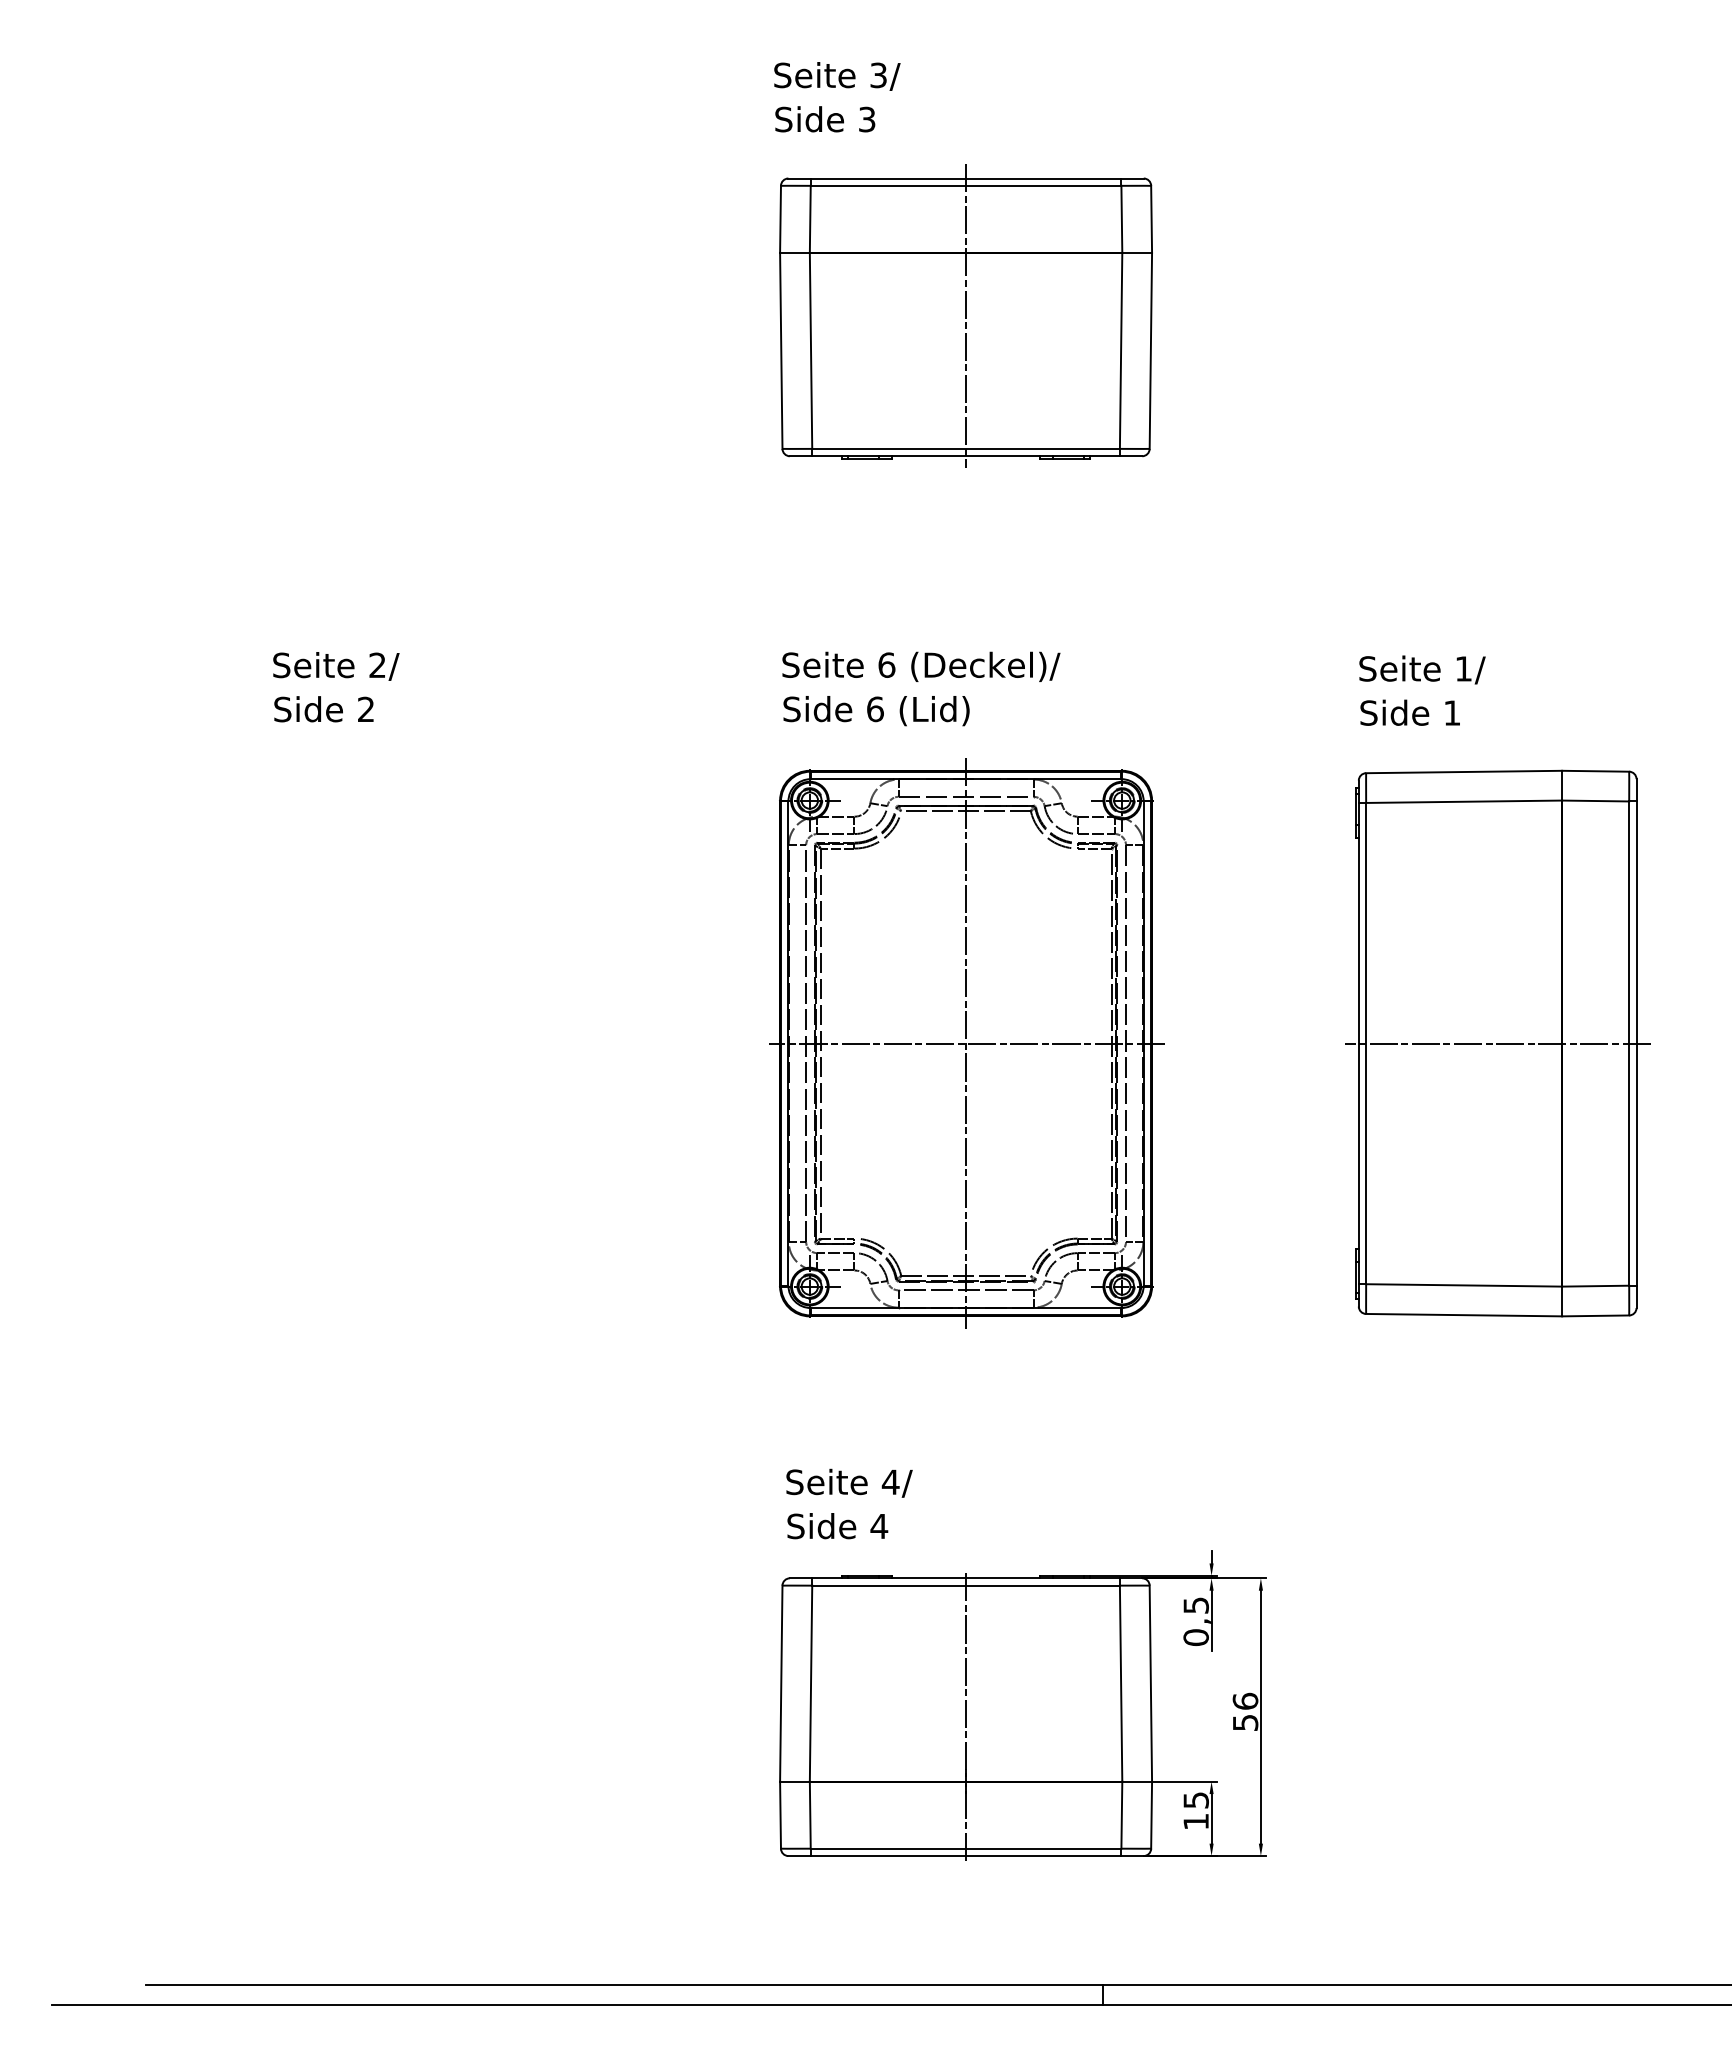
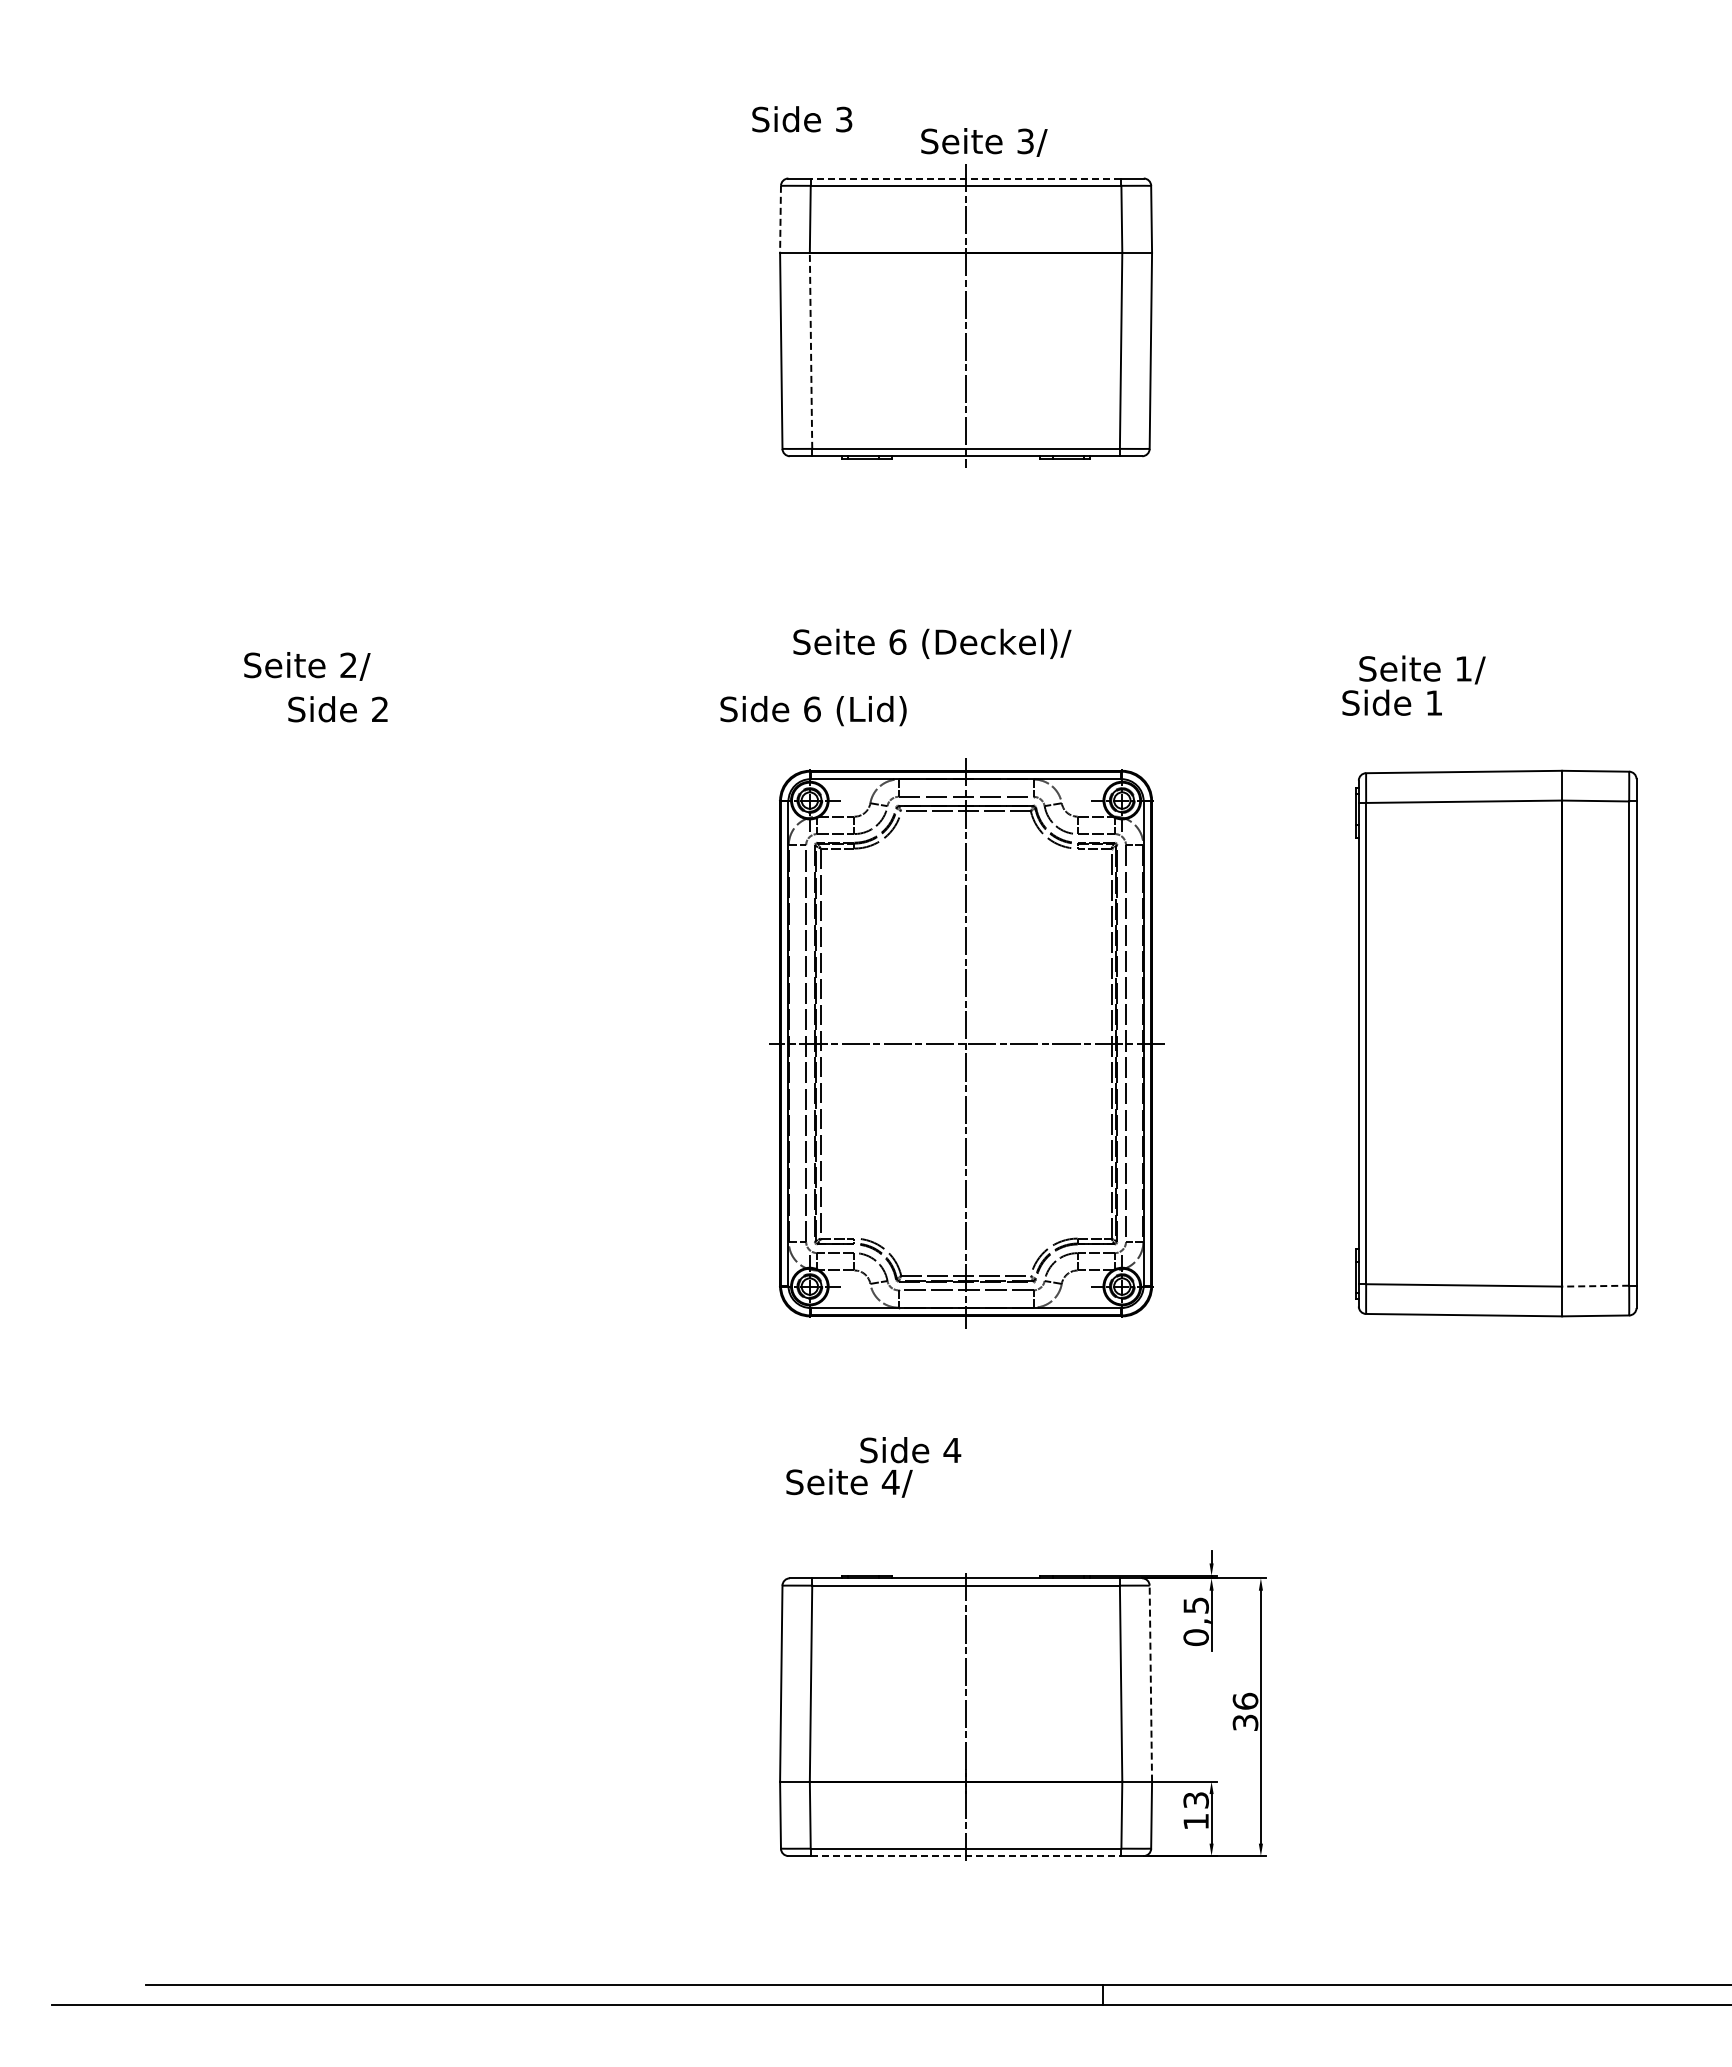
text at (837, 76) position: (837, 76) -> (984, 142)
text at (825, 119) position: (825, 119) -> (802, 119)
line at (965, 178): solid -> dashed
line at (780, 219): solid -> dashed
line at (811, 350): solid -> dashed
text at (336, 666) position: (336, 666) -> (307, 666)
text at (921, 666) position: (921, 666) -> (932, 643)
text at (323, 709) position: (323, 709) -> (337, 709)
text at (876, 711) position: (876, 711) -> (813, 711)
text at (1409, 712) position: (1409, 712) -> (1391, 702)
line at (1497, 1043): present -> none
line at (1595, 1286): solid -> dashed
text at (837, 1526) position: (837, 1526) -> (910, 1450)
line at (1150, 1683): solid -> dashed
text at (1244, 1722): 56 -> 36
text at (1195, 1799): 15 -> 13
line at (966, 1856): solid -> dashed
